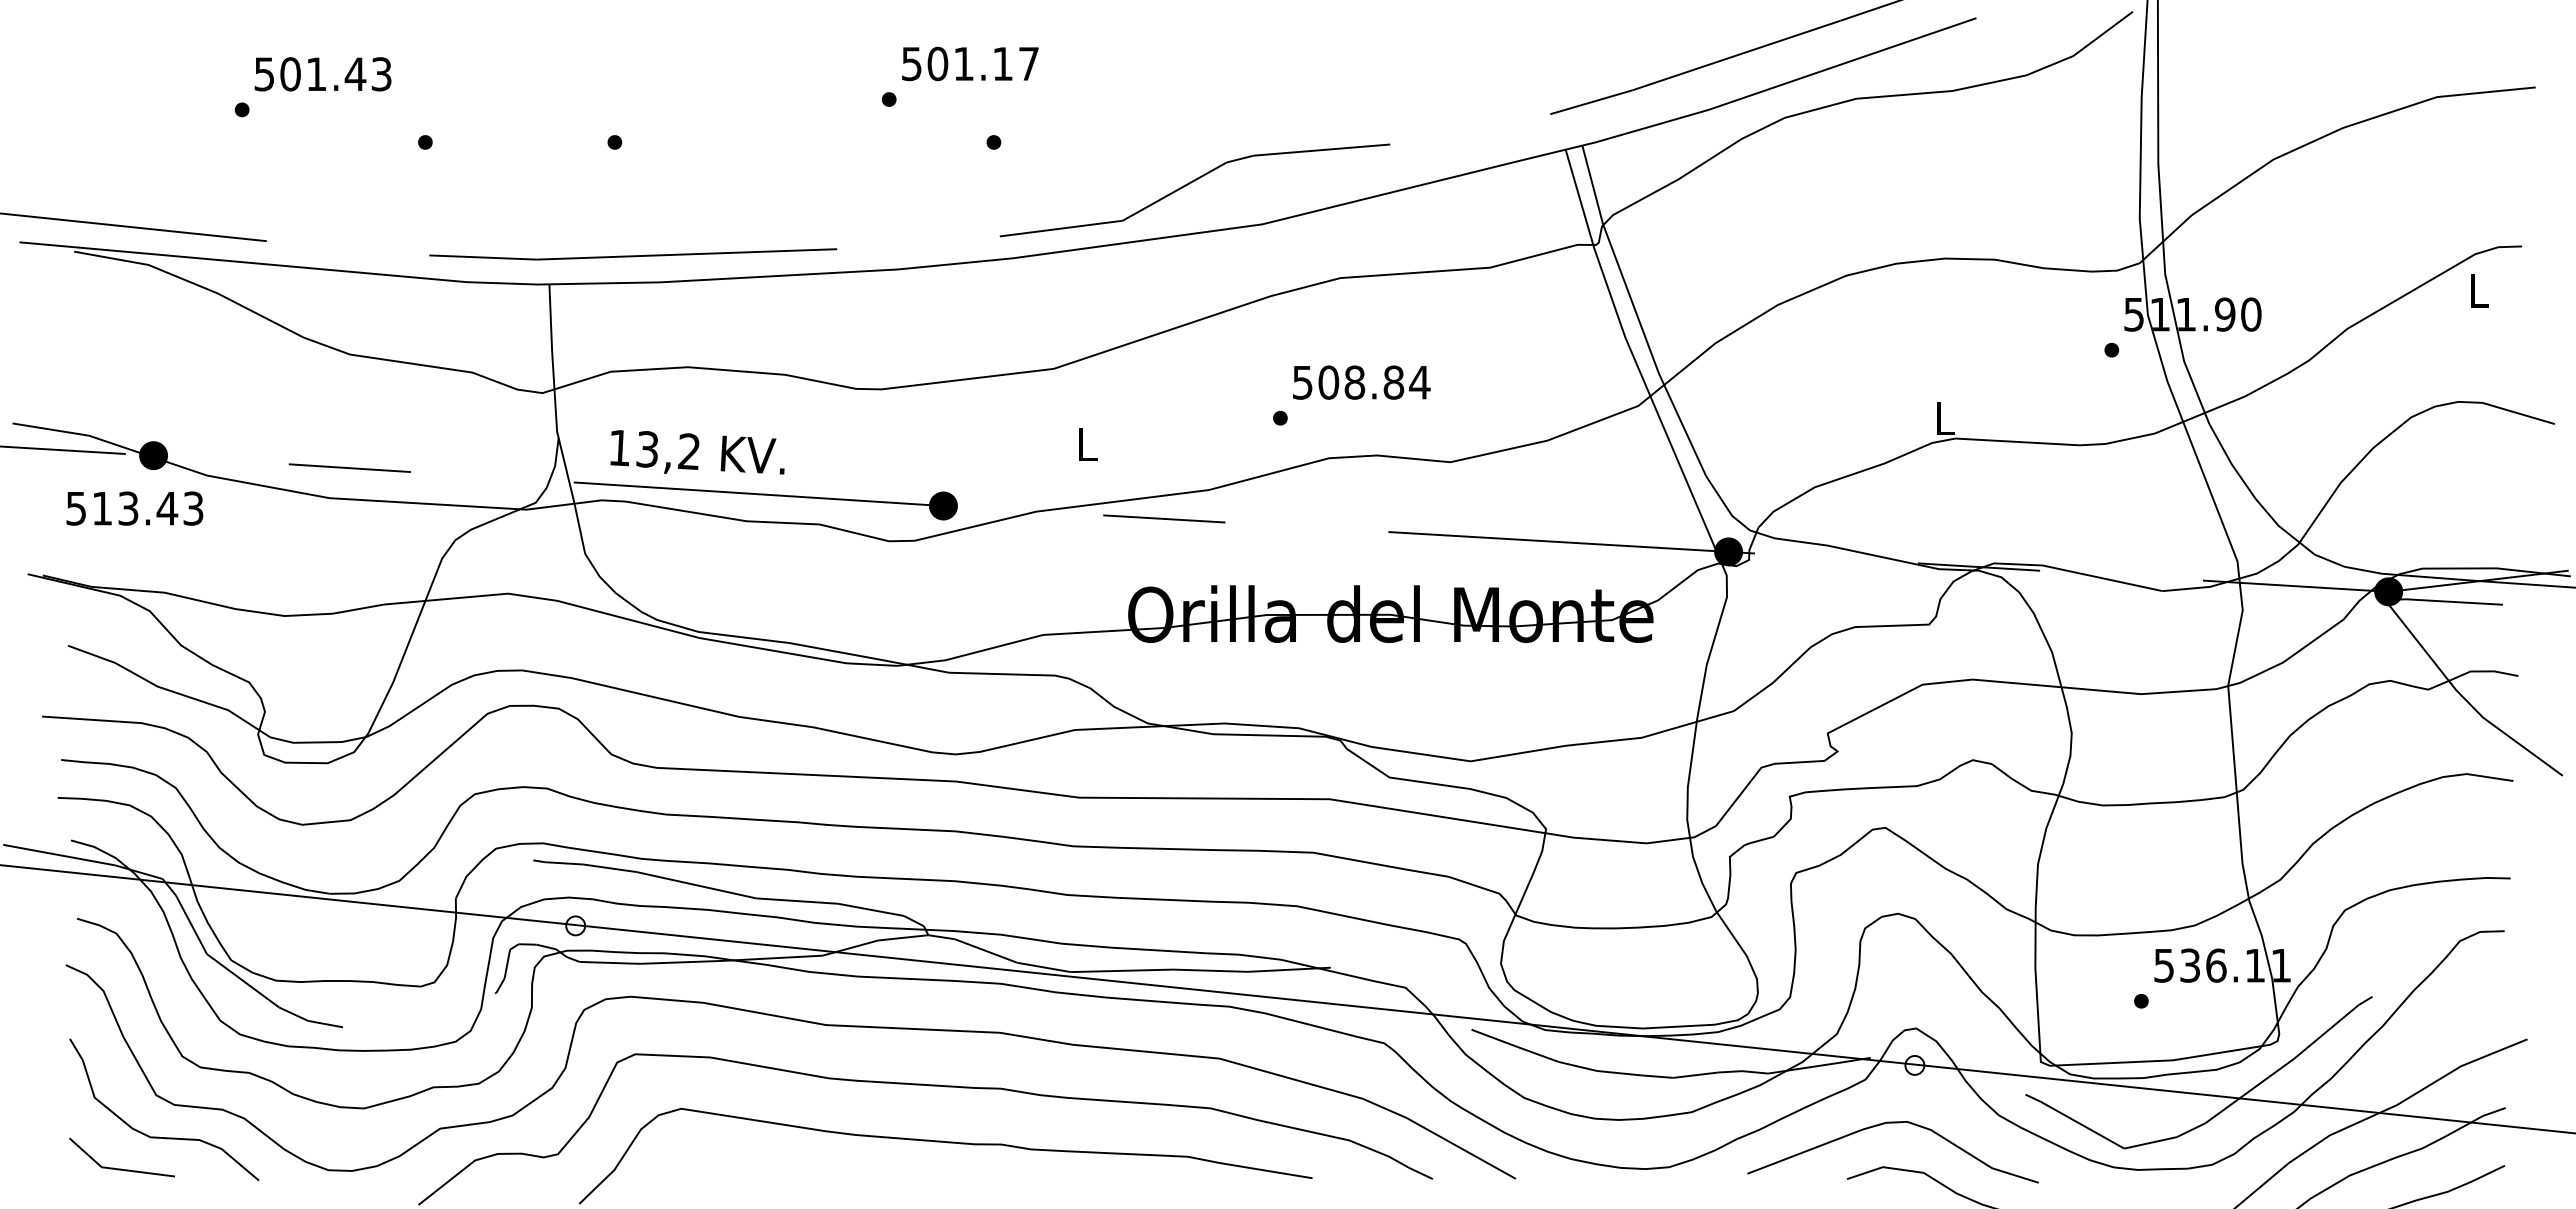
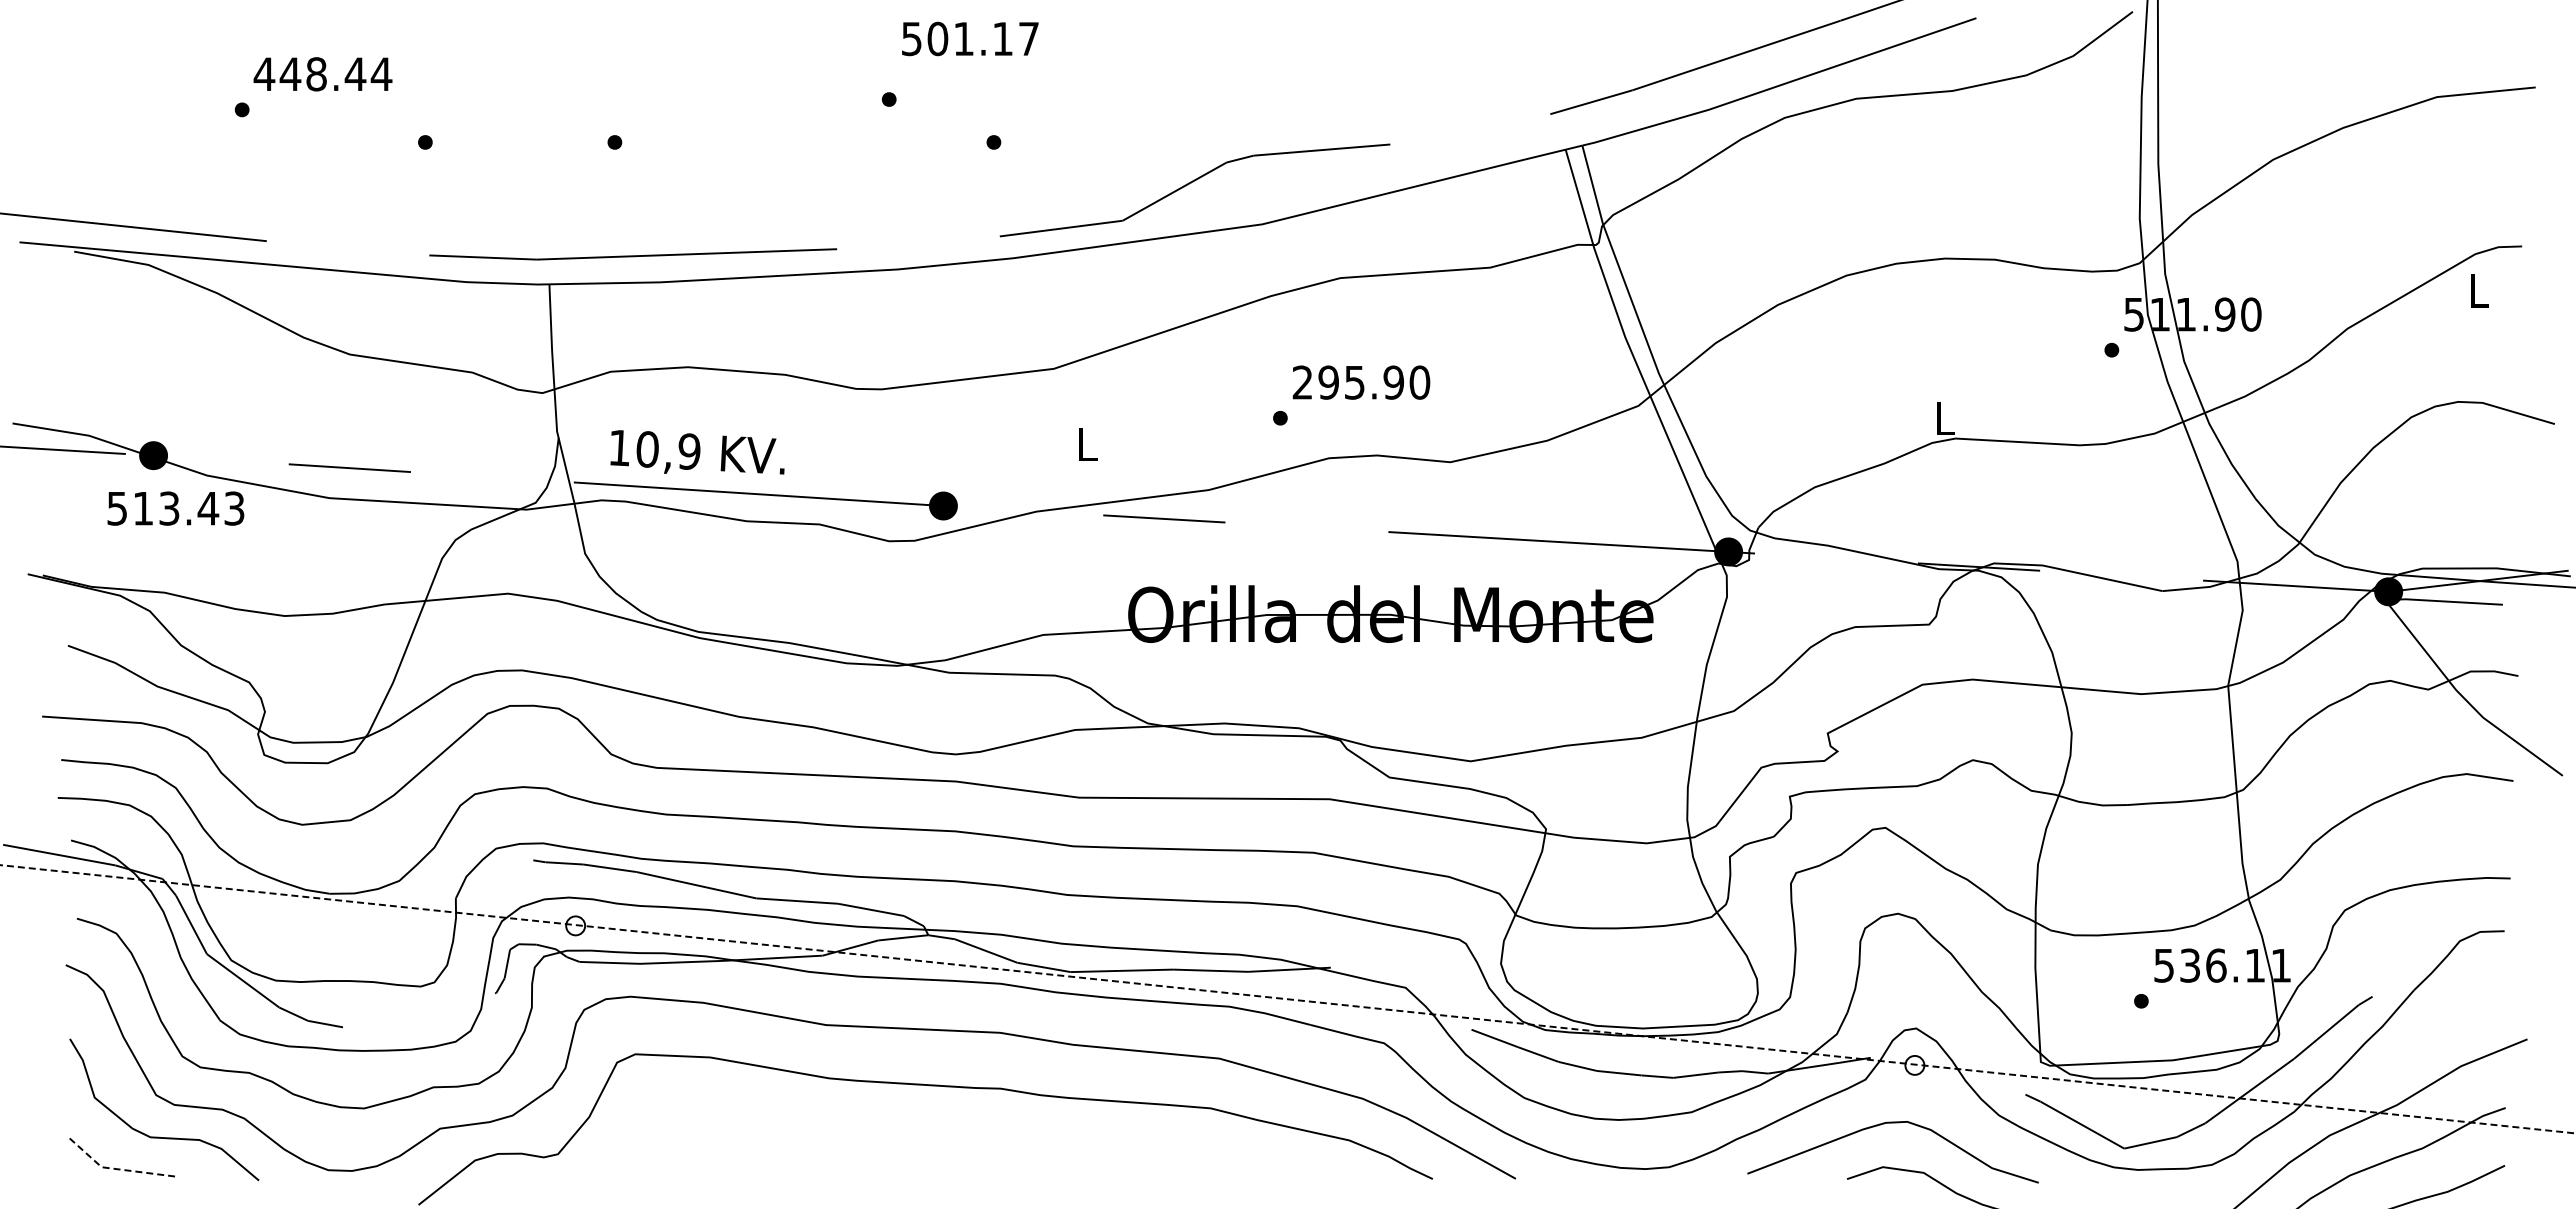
text at (970, 63) position: (970, 63) -> (970, 38)
text at (322, 74): 501.43 -> 448.44
text at (1361, 382): 508.84 -> 295.90
text at (668, 450): 13,2 -> 10,9
text at (134, 508) position: (134, 508) -> (175, 508)
line at (1287, 999): solid -> dashed
curve at (947, 1143): present -> none
line at (115, 1168): solid -> dashed
